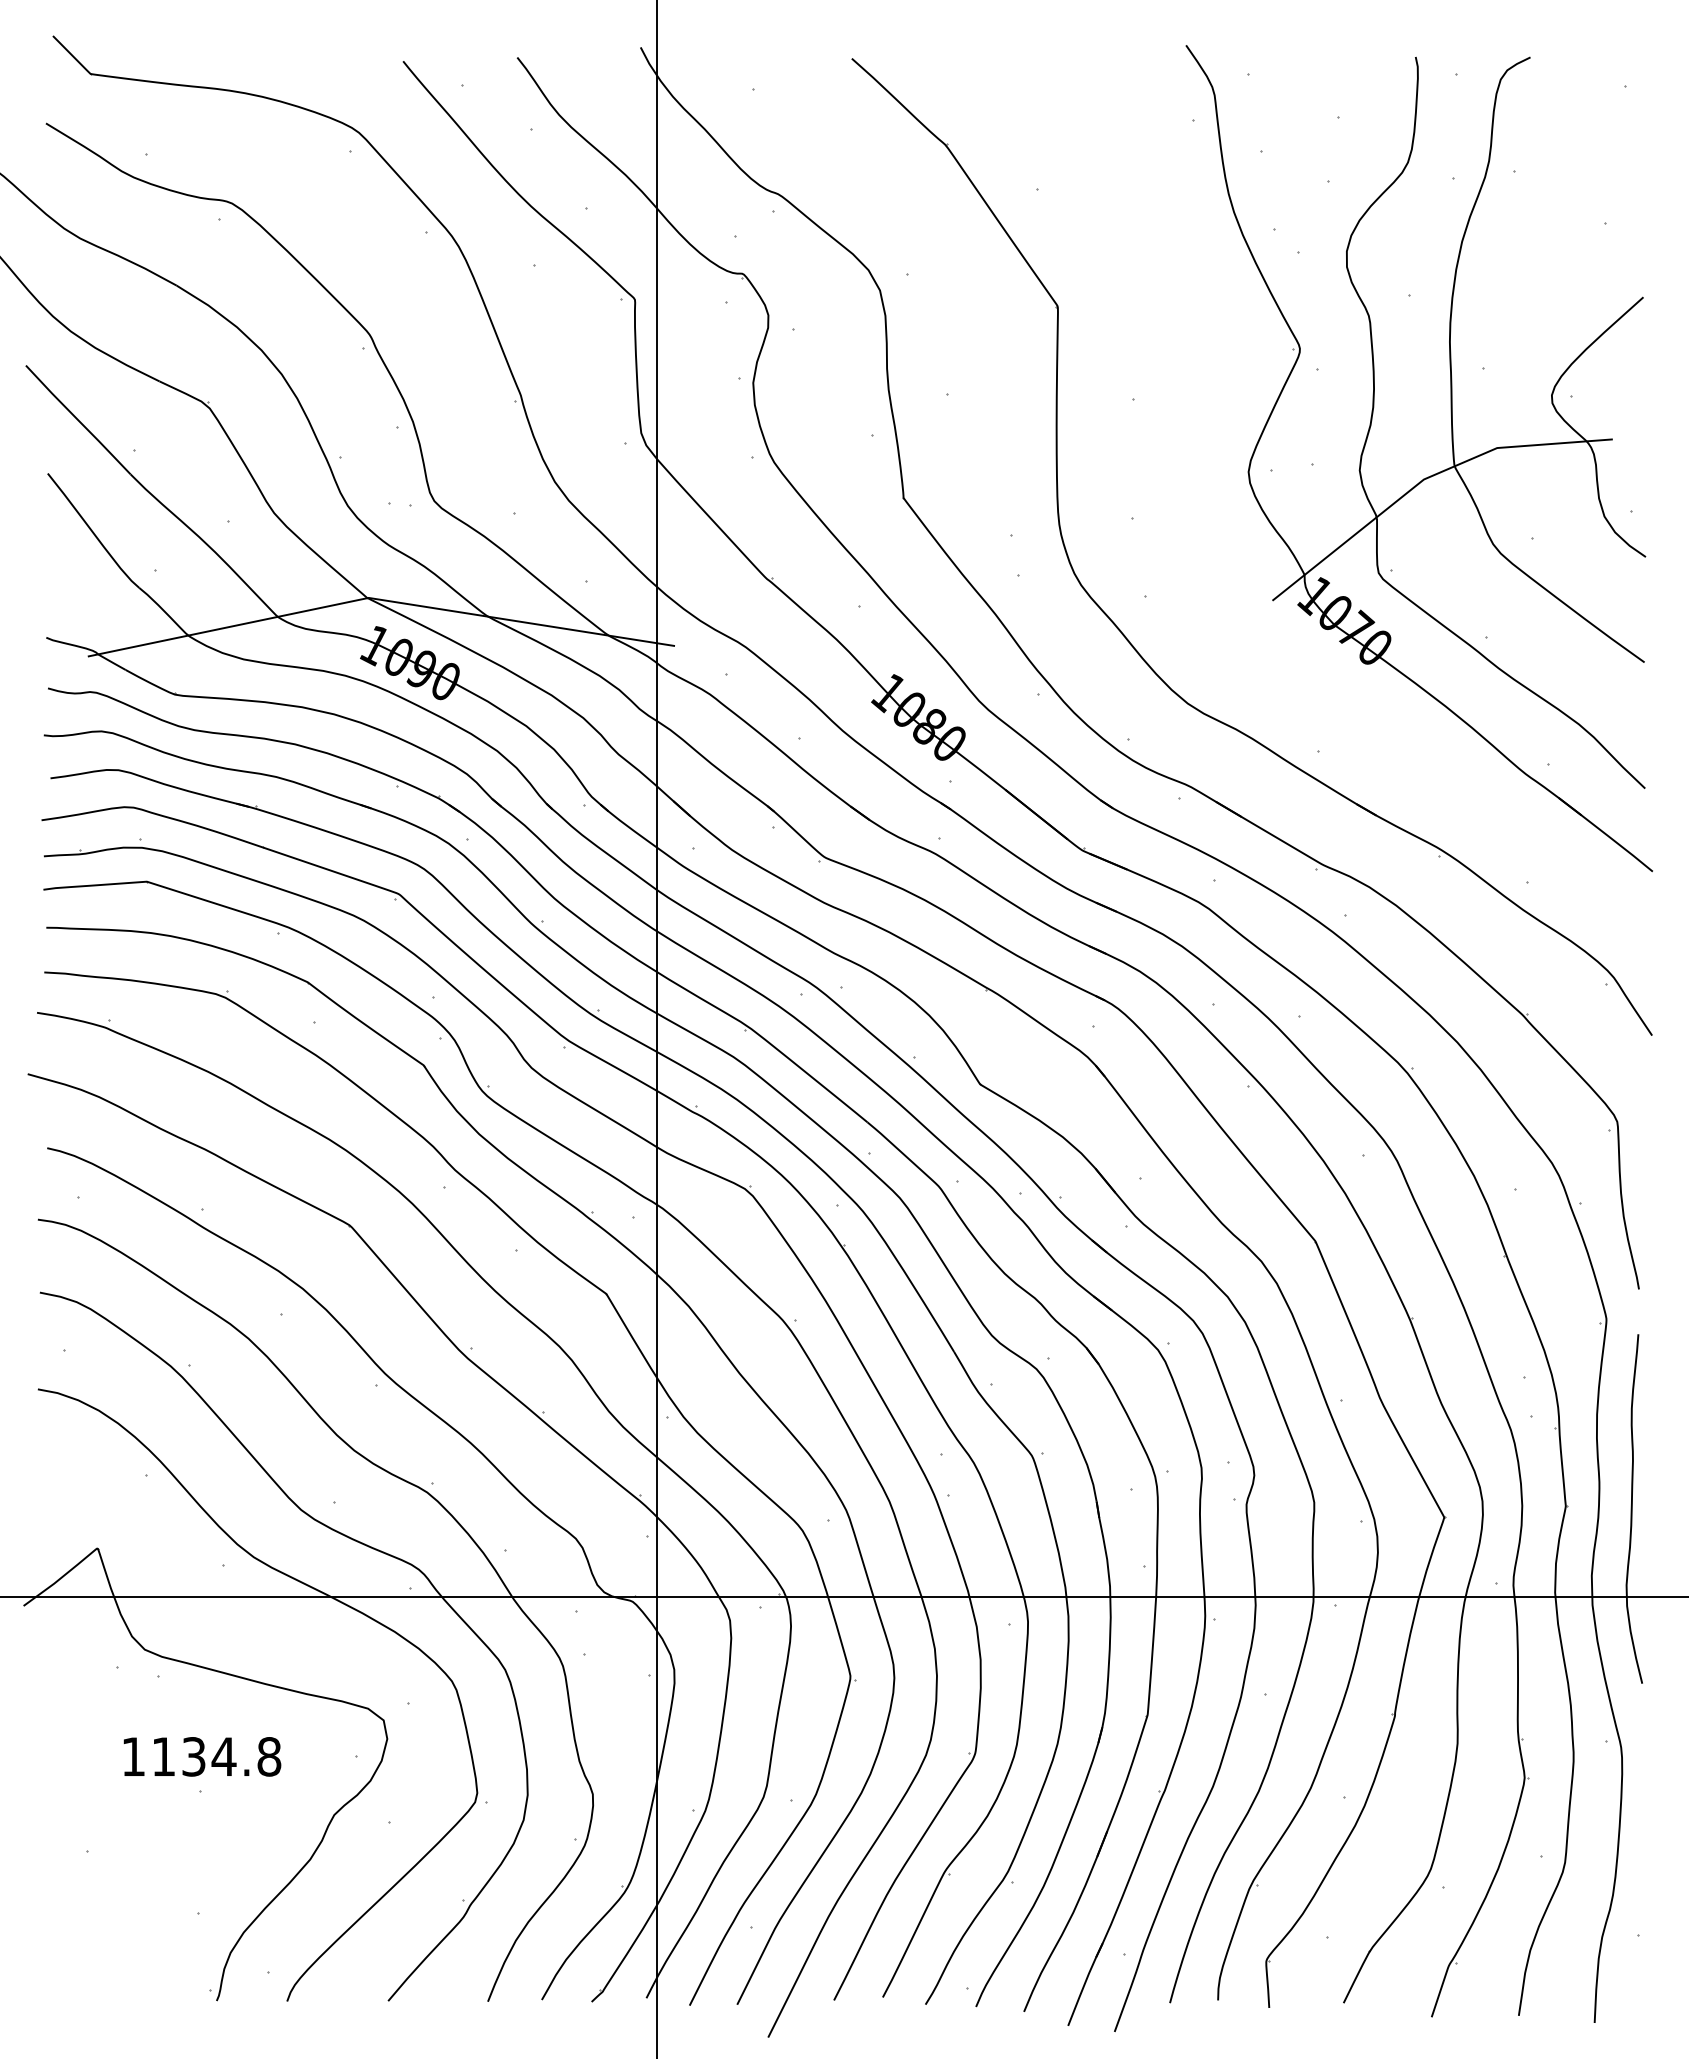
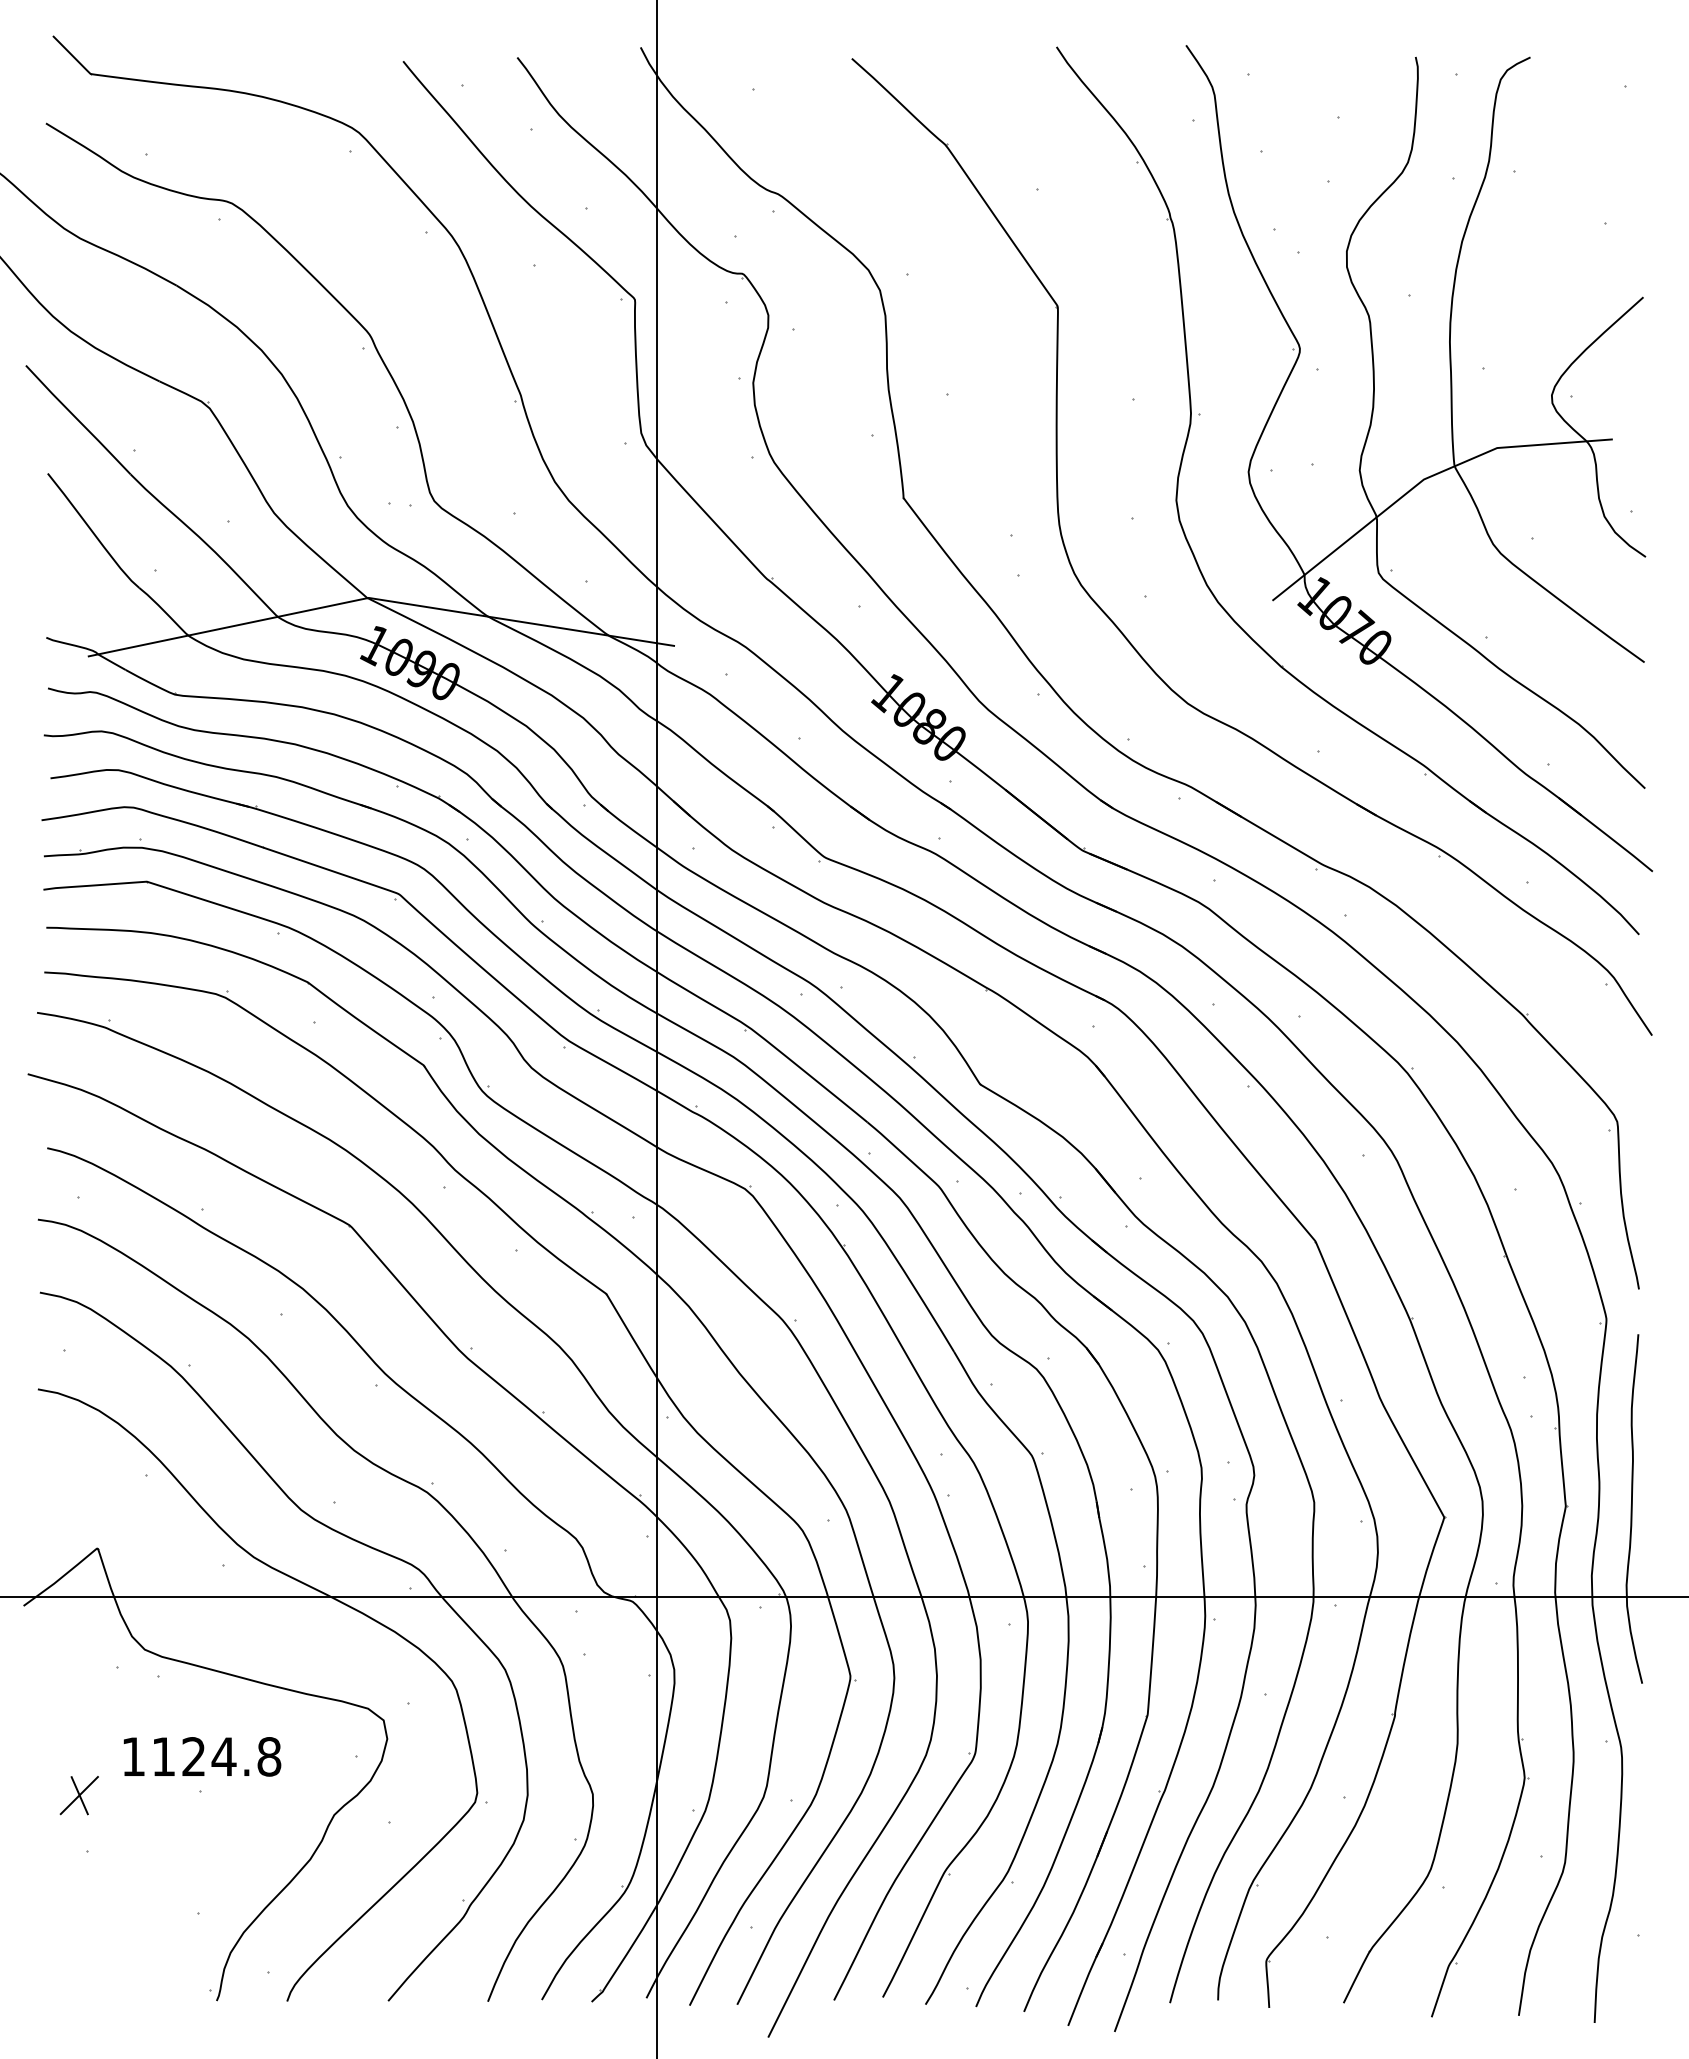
part at (1200, 414): none -> present
text at (193, 1756): 1134.8 -> 1124.8
part at (78, 1795): none -> present
